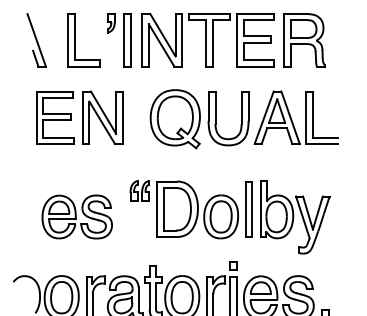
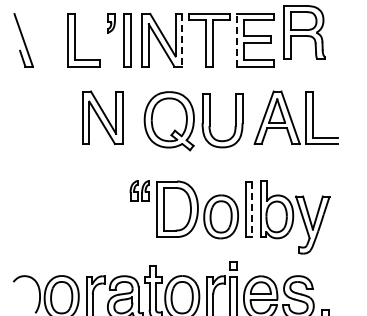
line at (236, 39): solid -> dashed
part at (36, 40) position: (36, 40) -> (23, 40)
line at (182, 40): solid -> dashed
part at (304, 40) position: (304, 40) -> (304, 32)
part at (55, 117): present -> none
part at (199, 119) position: (199, 119) -> (193, 121)
line at (252, 209): solid -> dashed
part at (76, 216): present -> none
